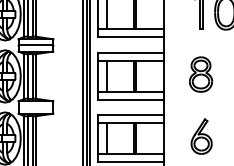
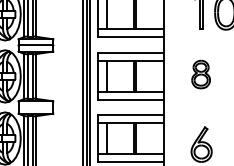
part at (201, 74) size: 25x37 px -> 20x31 px
part at (201, 136) position: (201, 136) -> (201, 144)
